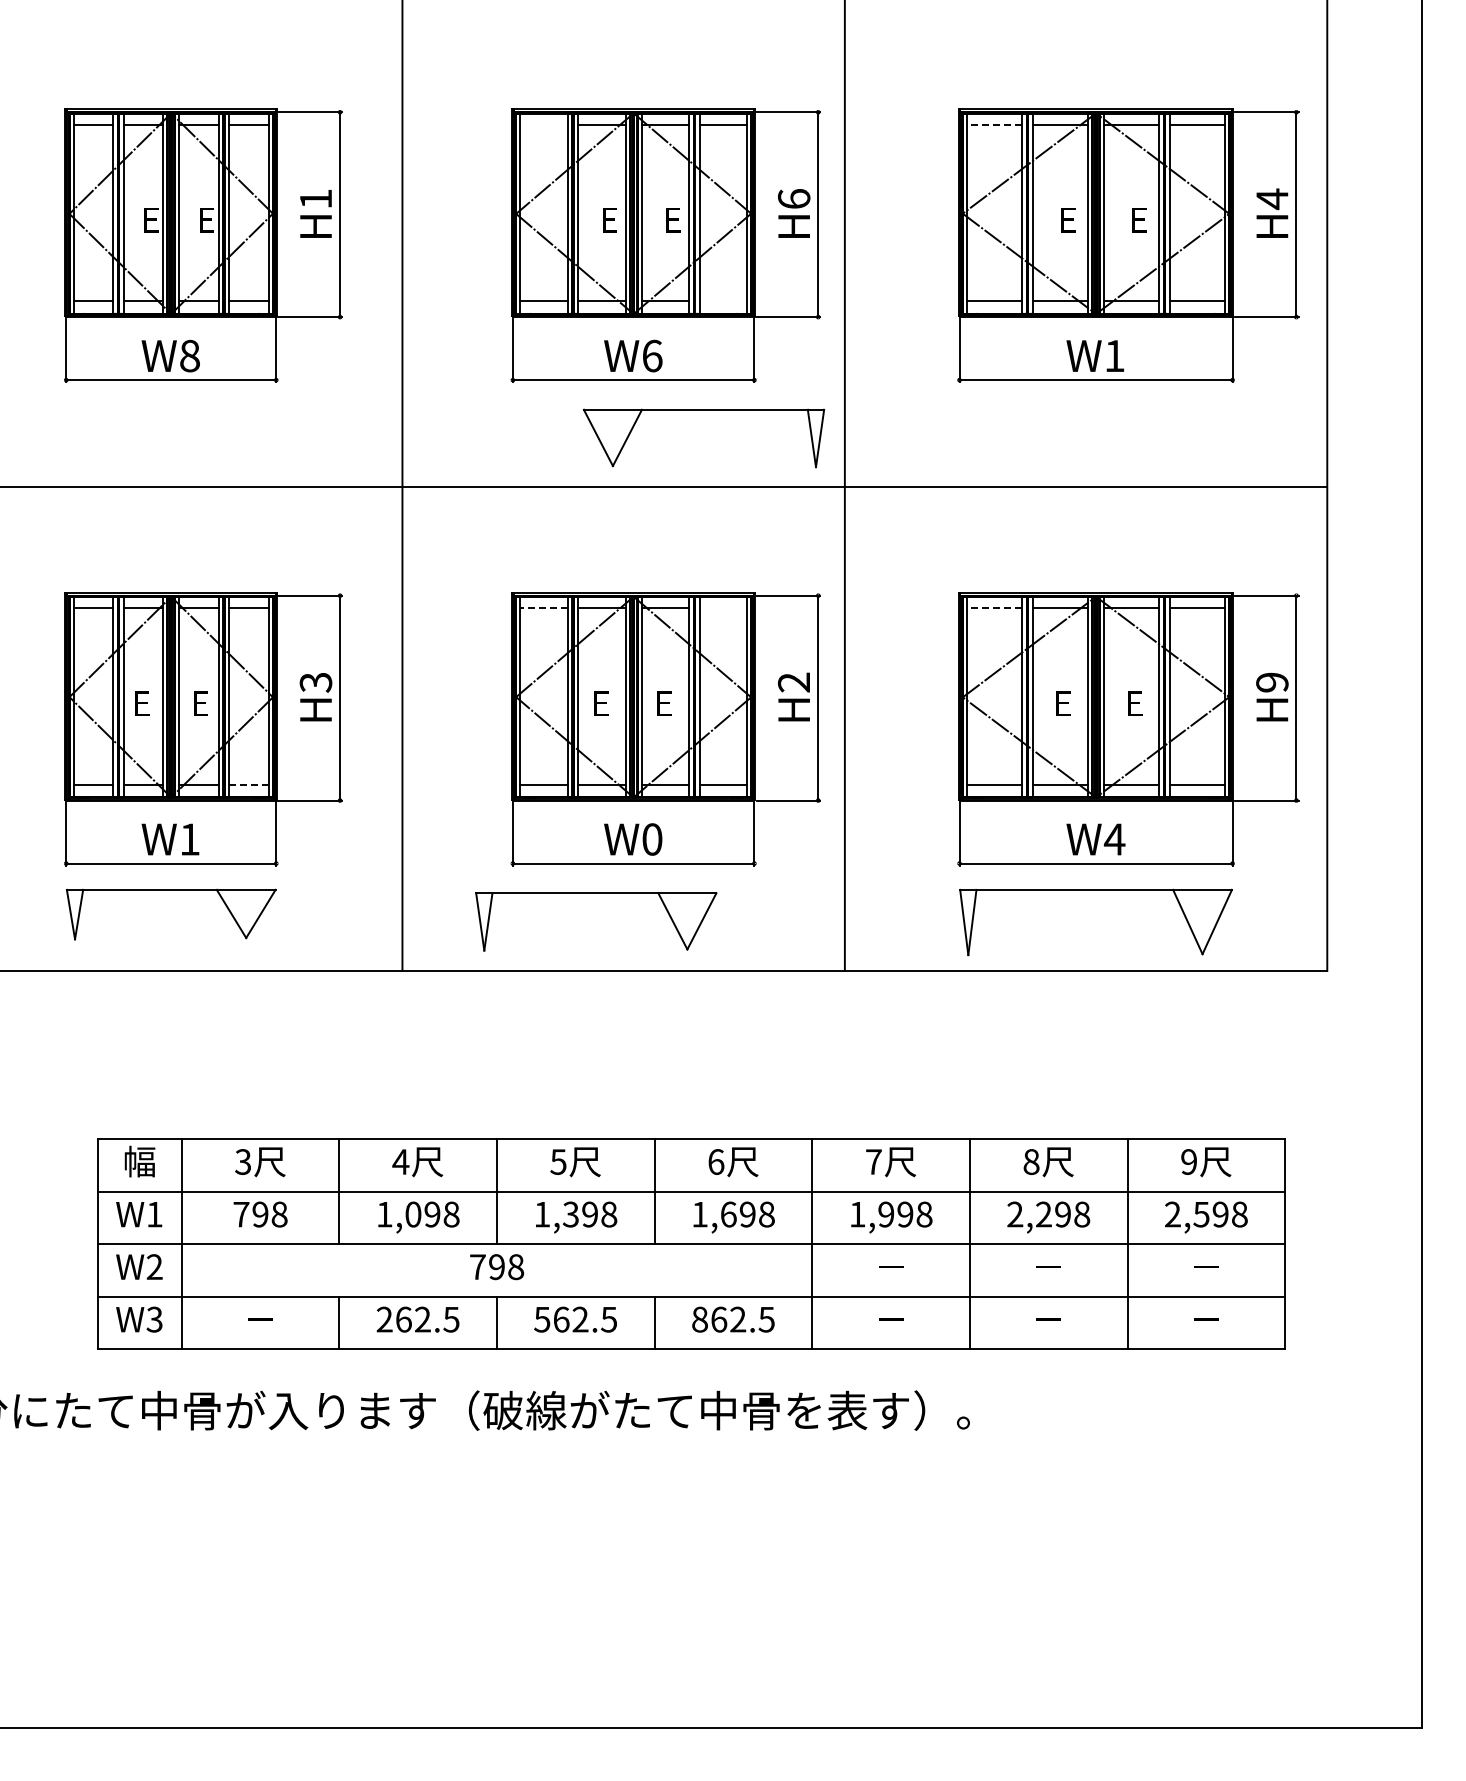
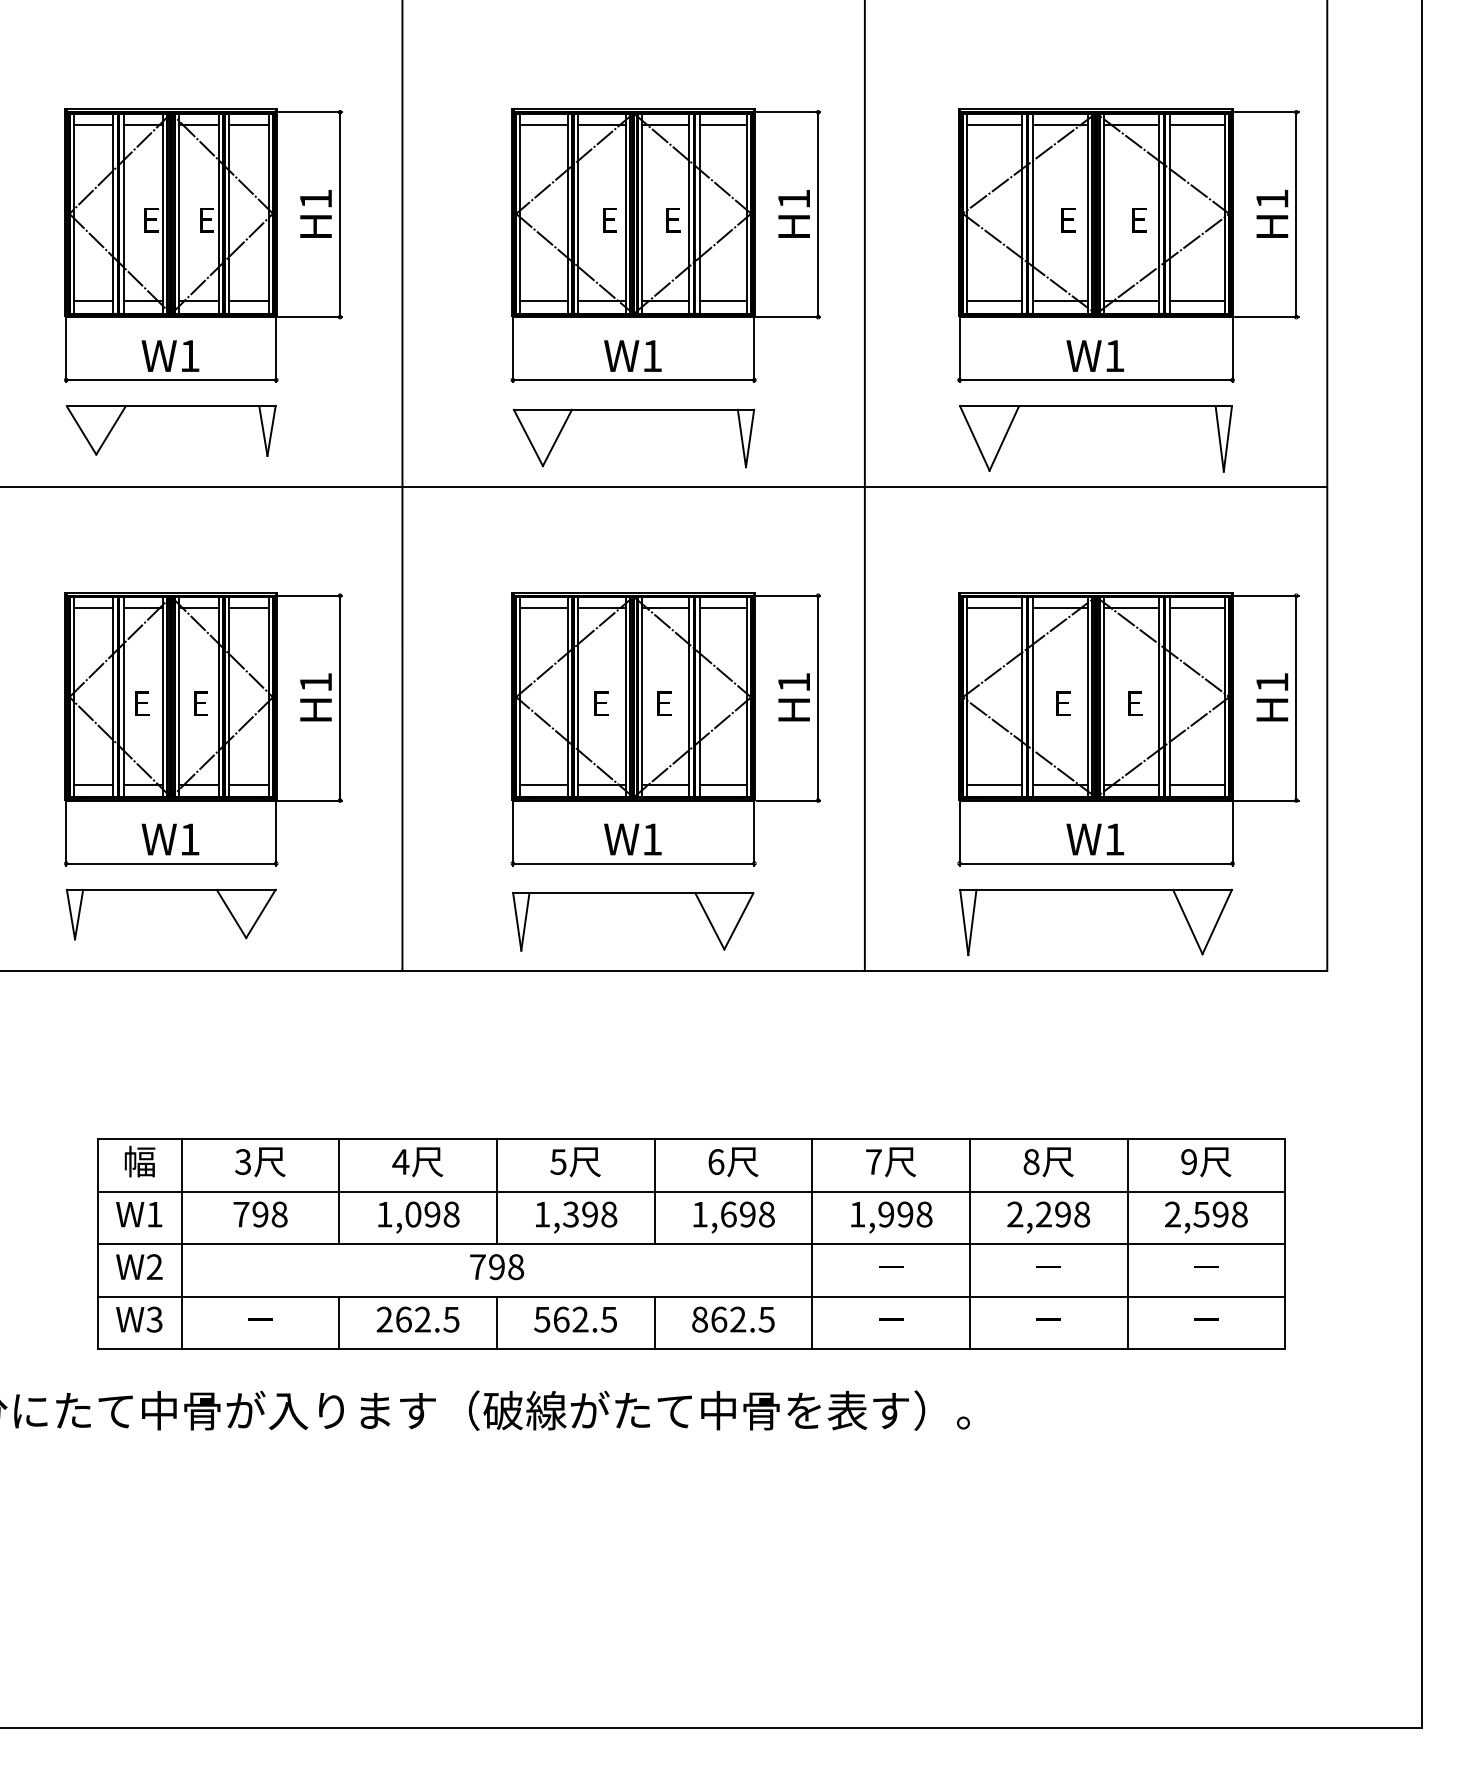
line at (543, 124): none -> present
line at (994, 124): dashed -> solid
text at (794, 198): H6 -> H1
text at (1272, 199): H4 -> H1
line at (723, 301): none -> present
text at (189, 355): W8 -> W1
text at (652, 355): W6 -> W1
part at (170, 406): none -> present
part at (1095, 406): none -> present
part at (703, 410) position: (703, 410) -> (633, 410)
line at (844, 486) position: (844, 486) -> (864, 486)
line at (544, 608): dashed -> solid
line at (723, 608): none -> present
line at (994, 608): dashed -> solid
text at (315, 682): H3 -> H1
text at (793, 682): H2 -> H1
text at (1272, 682): H9 -> H1
line at (249, 784): dashed -> solid
text at (652, 839): W0 -> W1
text at (1114, 839): W4 -> W1
part at (596, 893) position: (596, 893) -> (633, 893)
